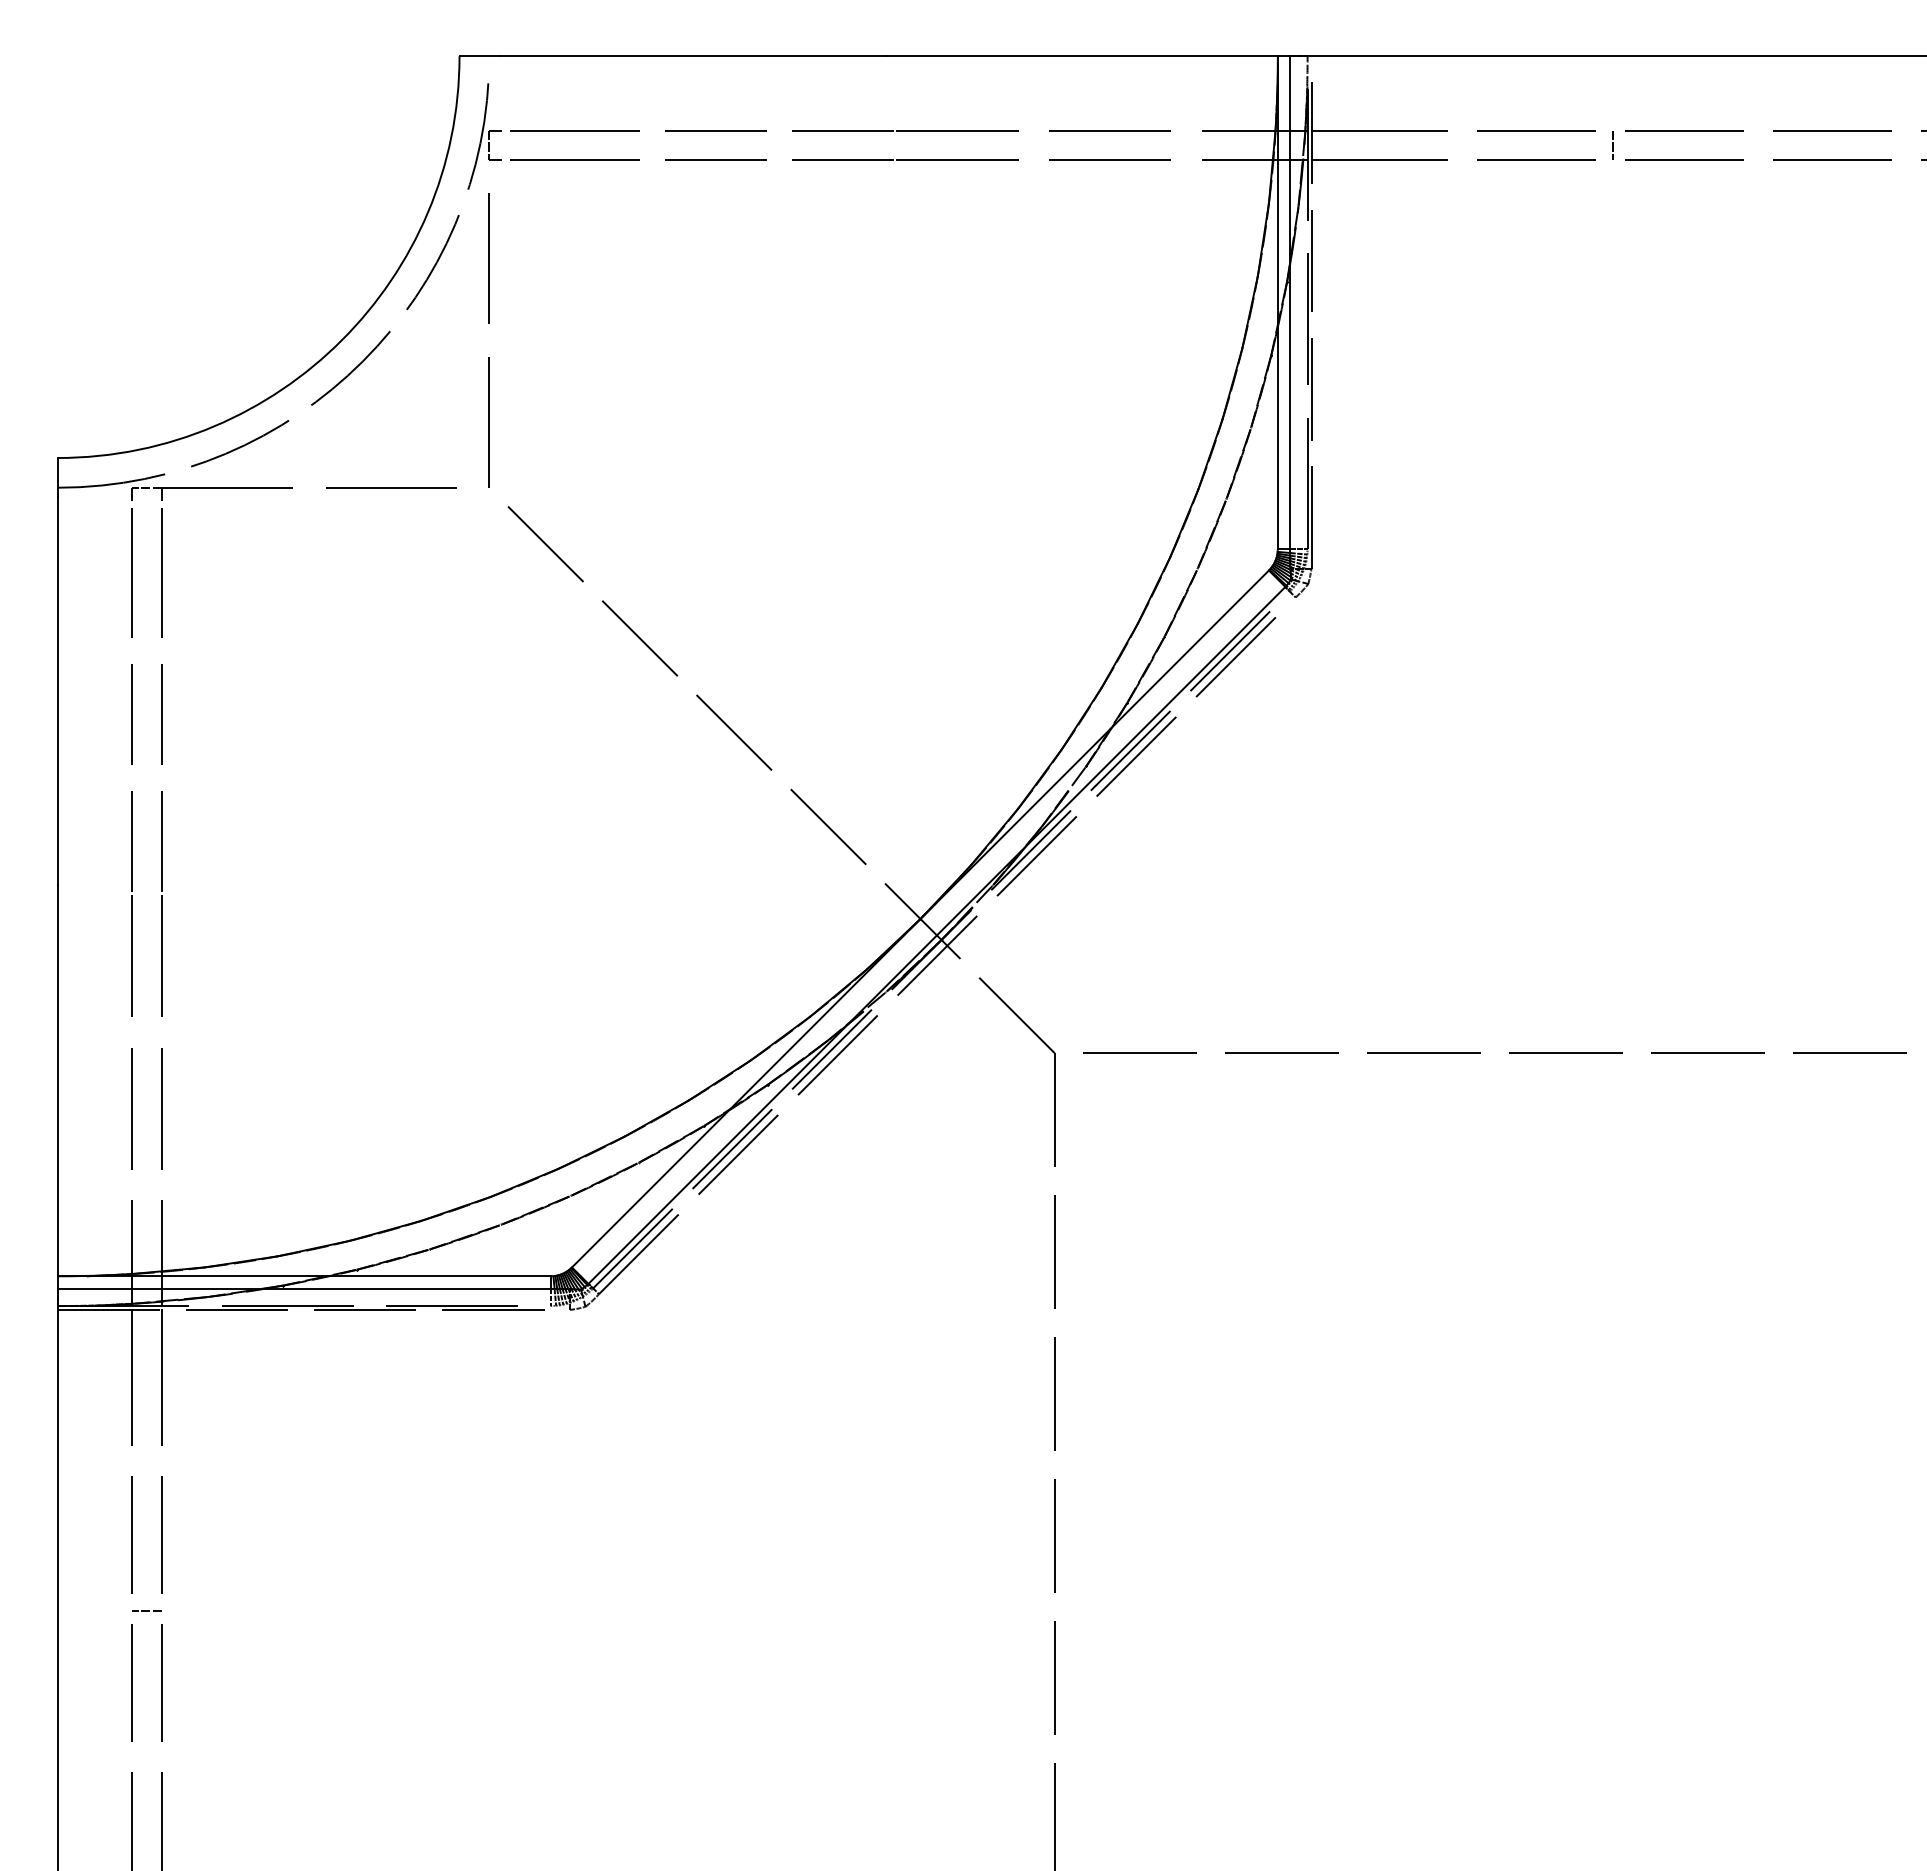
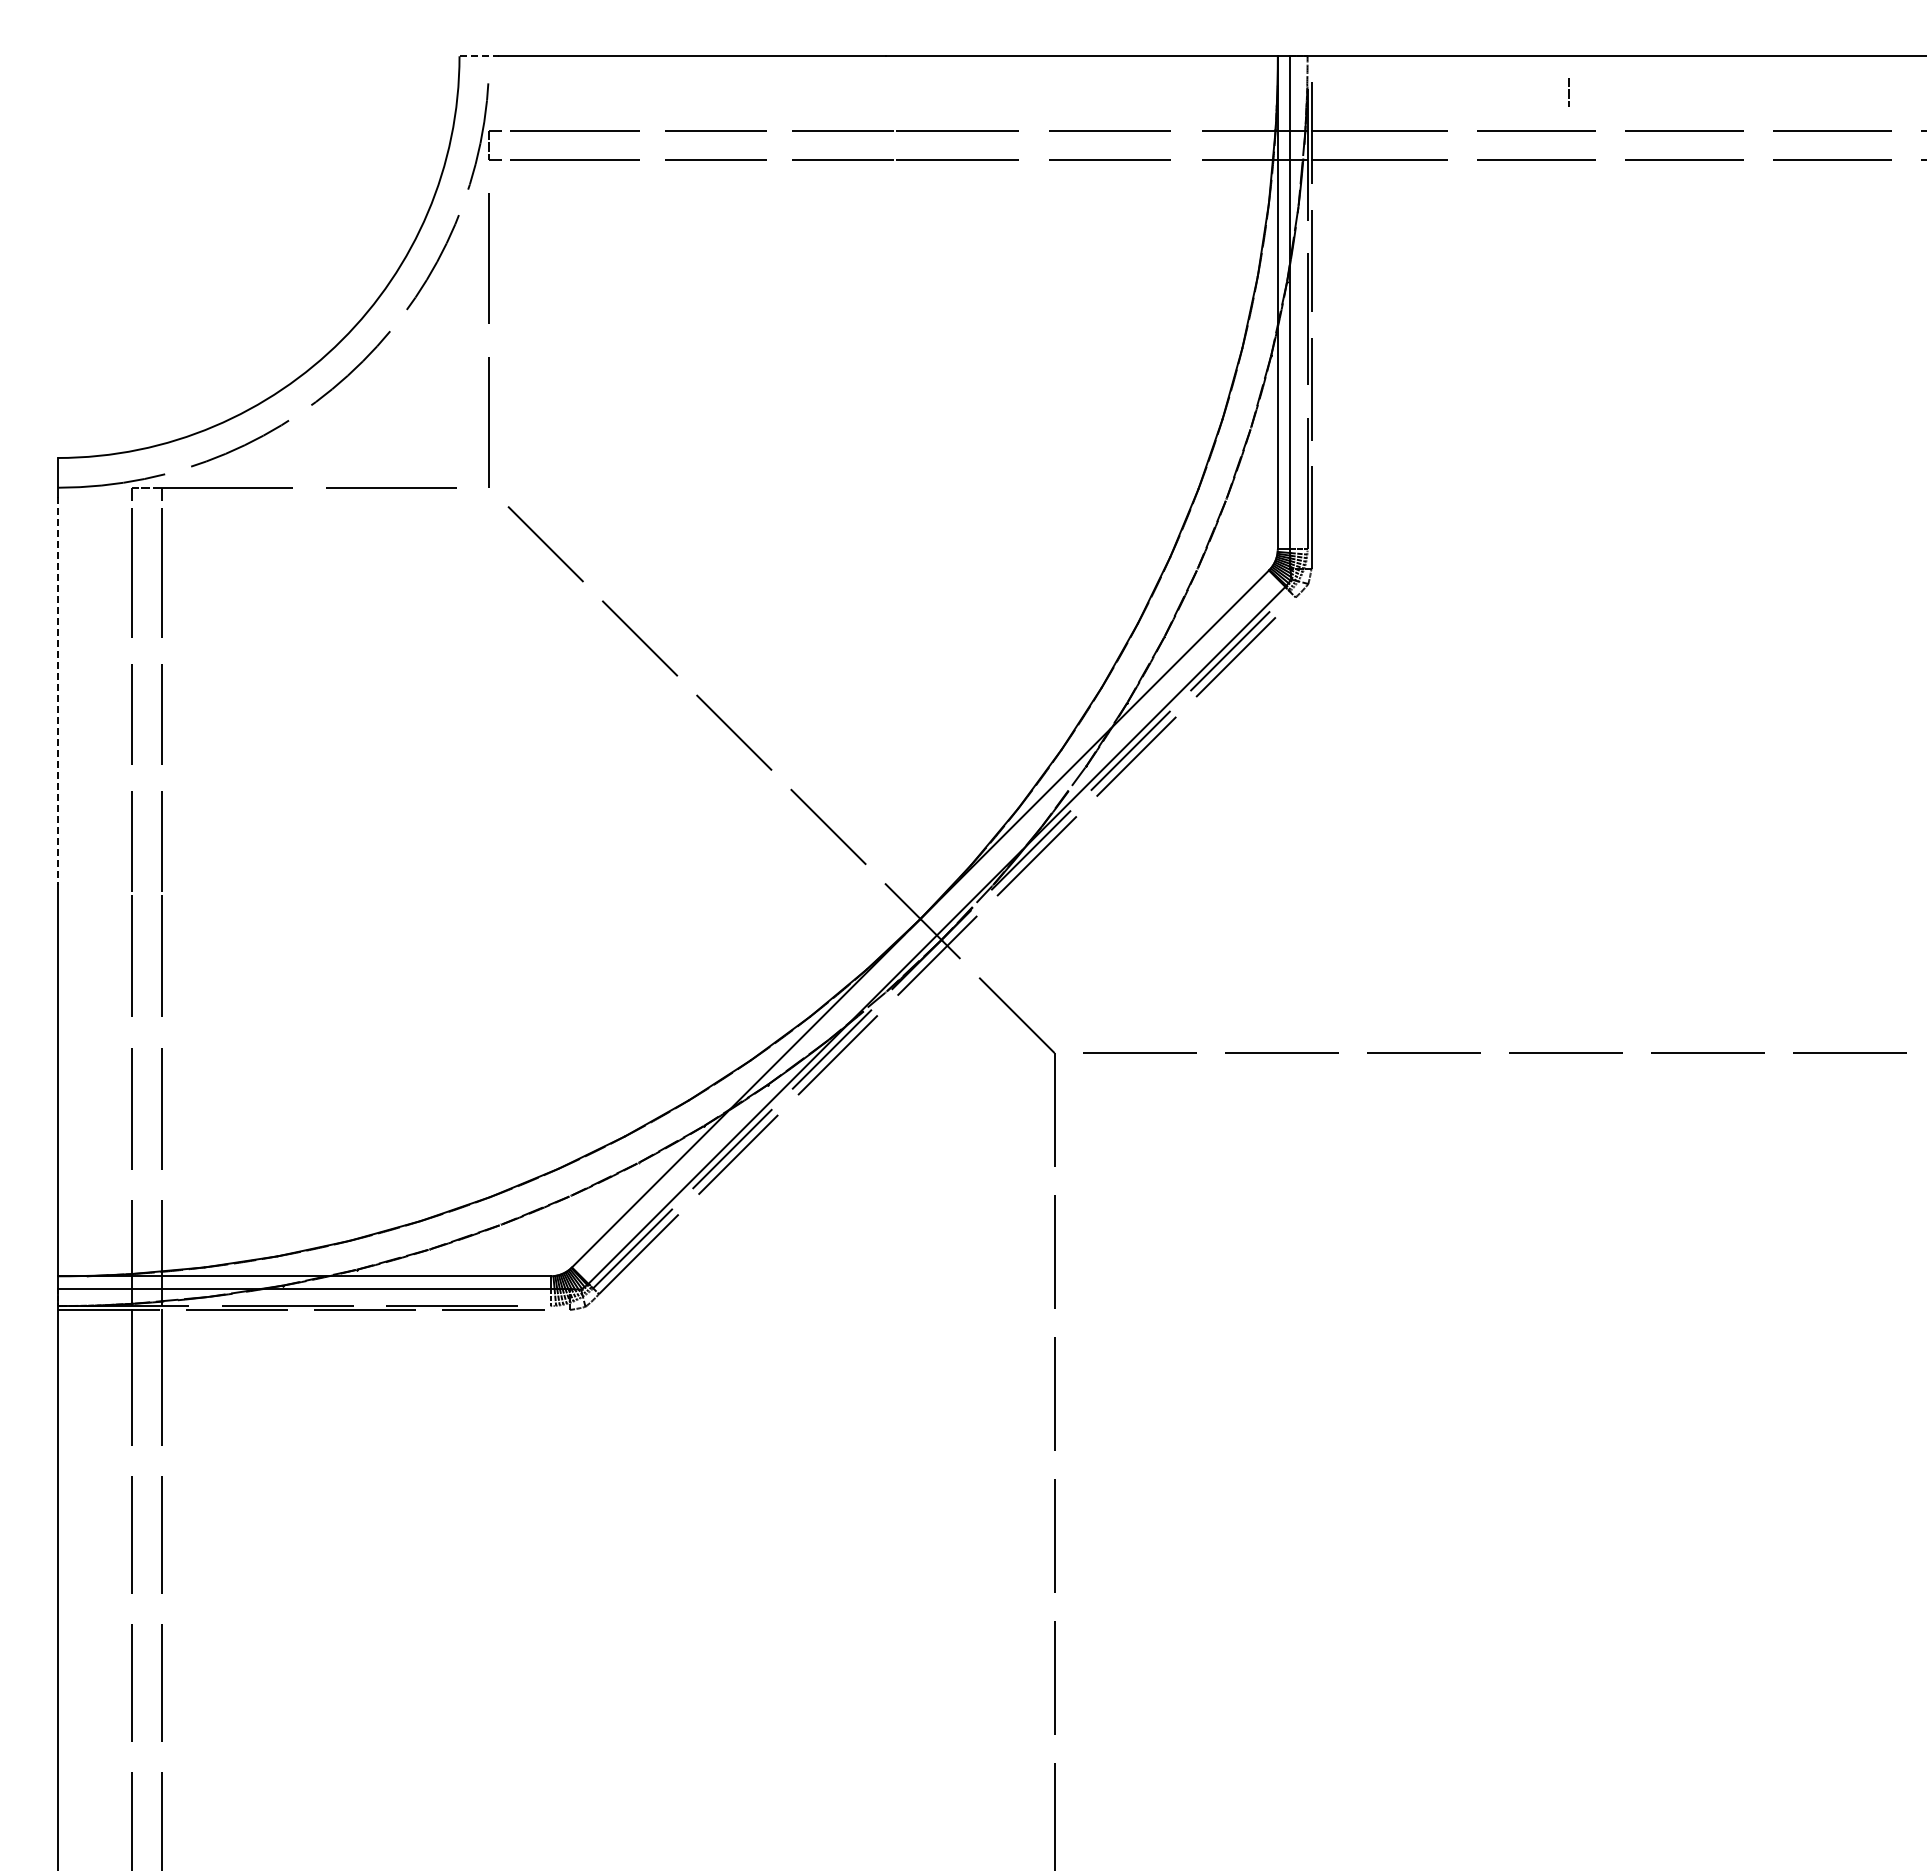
line at (479, 56): solid -> dashed
line at (1612, 145) position: (1612, 145) -> (1568, 92)
line at (57, 690): solid -> dashed
line at (146, 1610): present -> none
